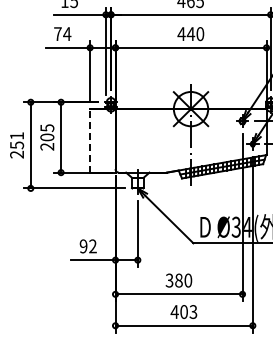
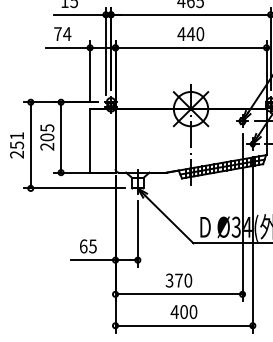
line at (90, 140): dashed -> solid
text at (87, 246): 92 -> 65
text at (178, 280): 380 -> 370
text at (193, 311): 403 -> 400
